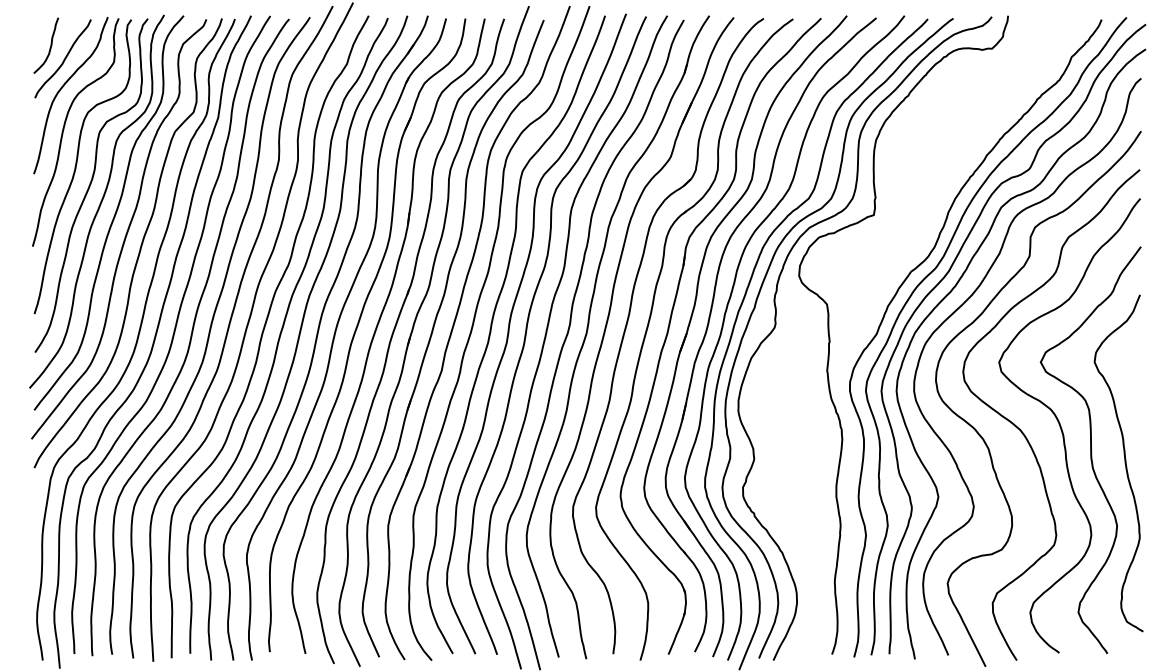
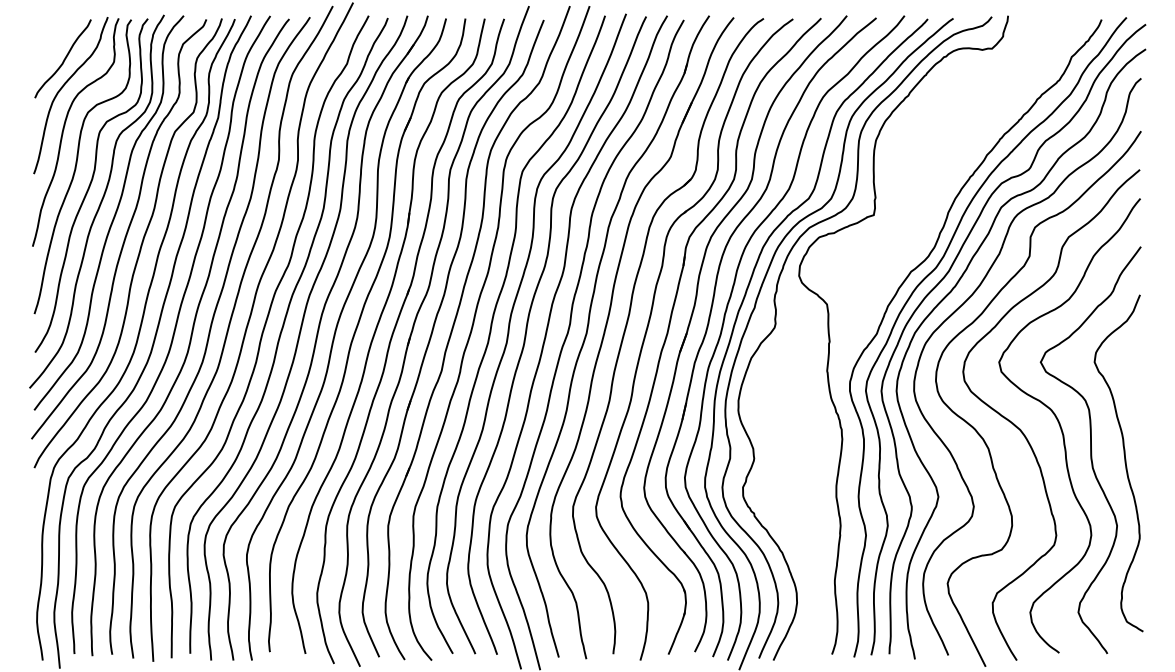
curve at (49, 47): present -> none
